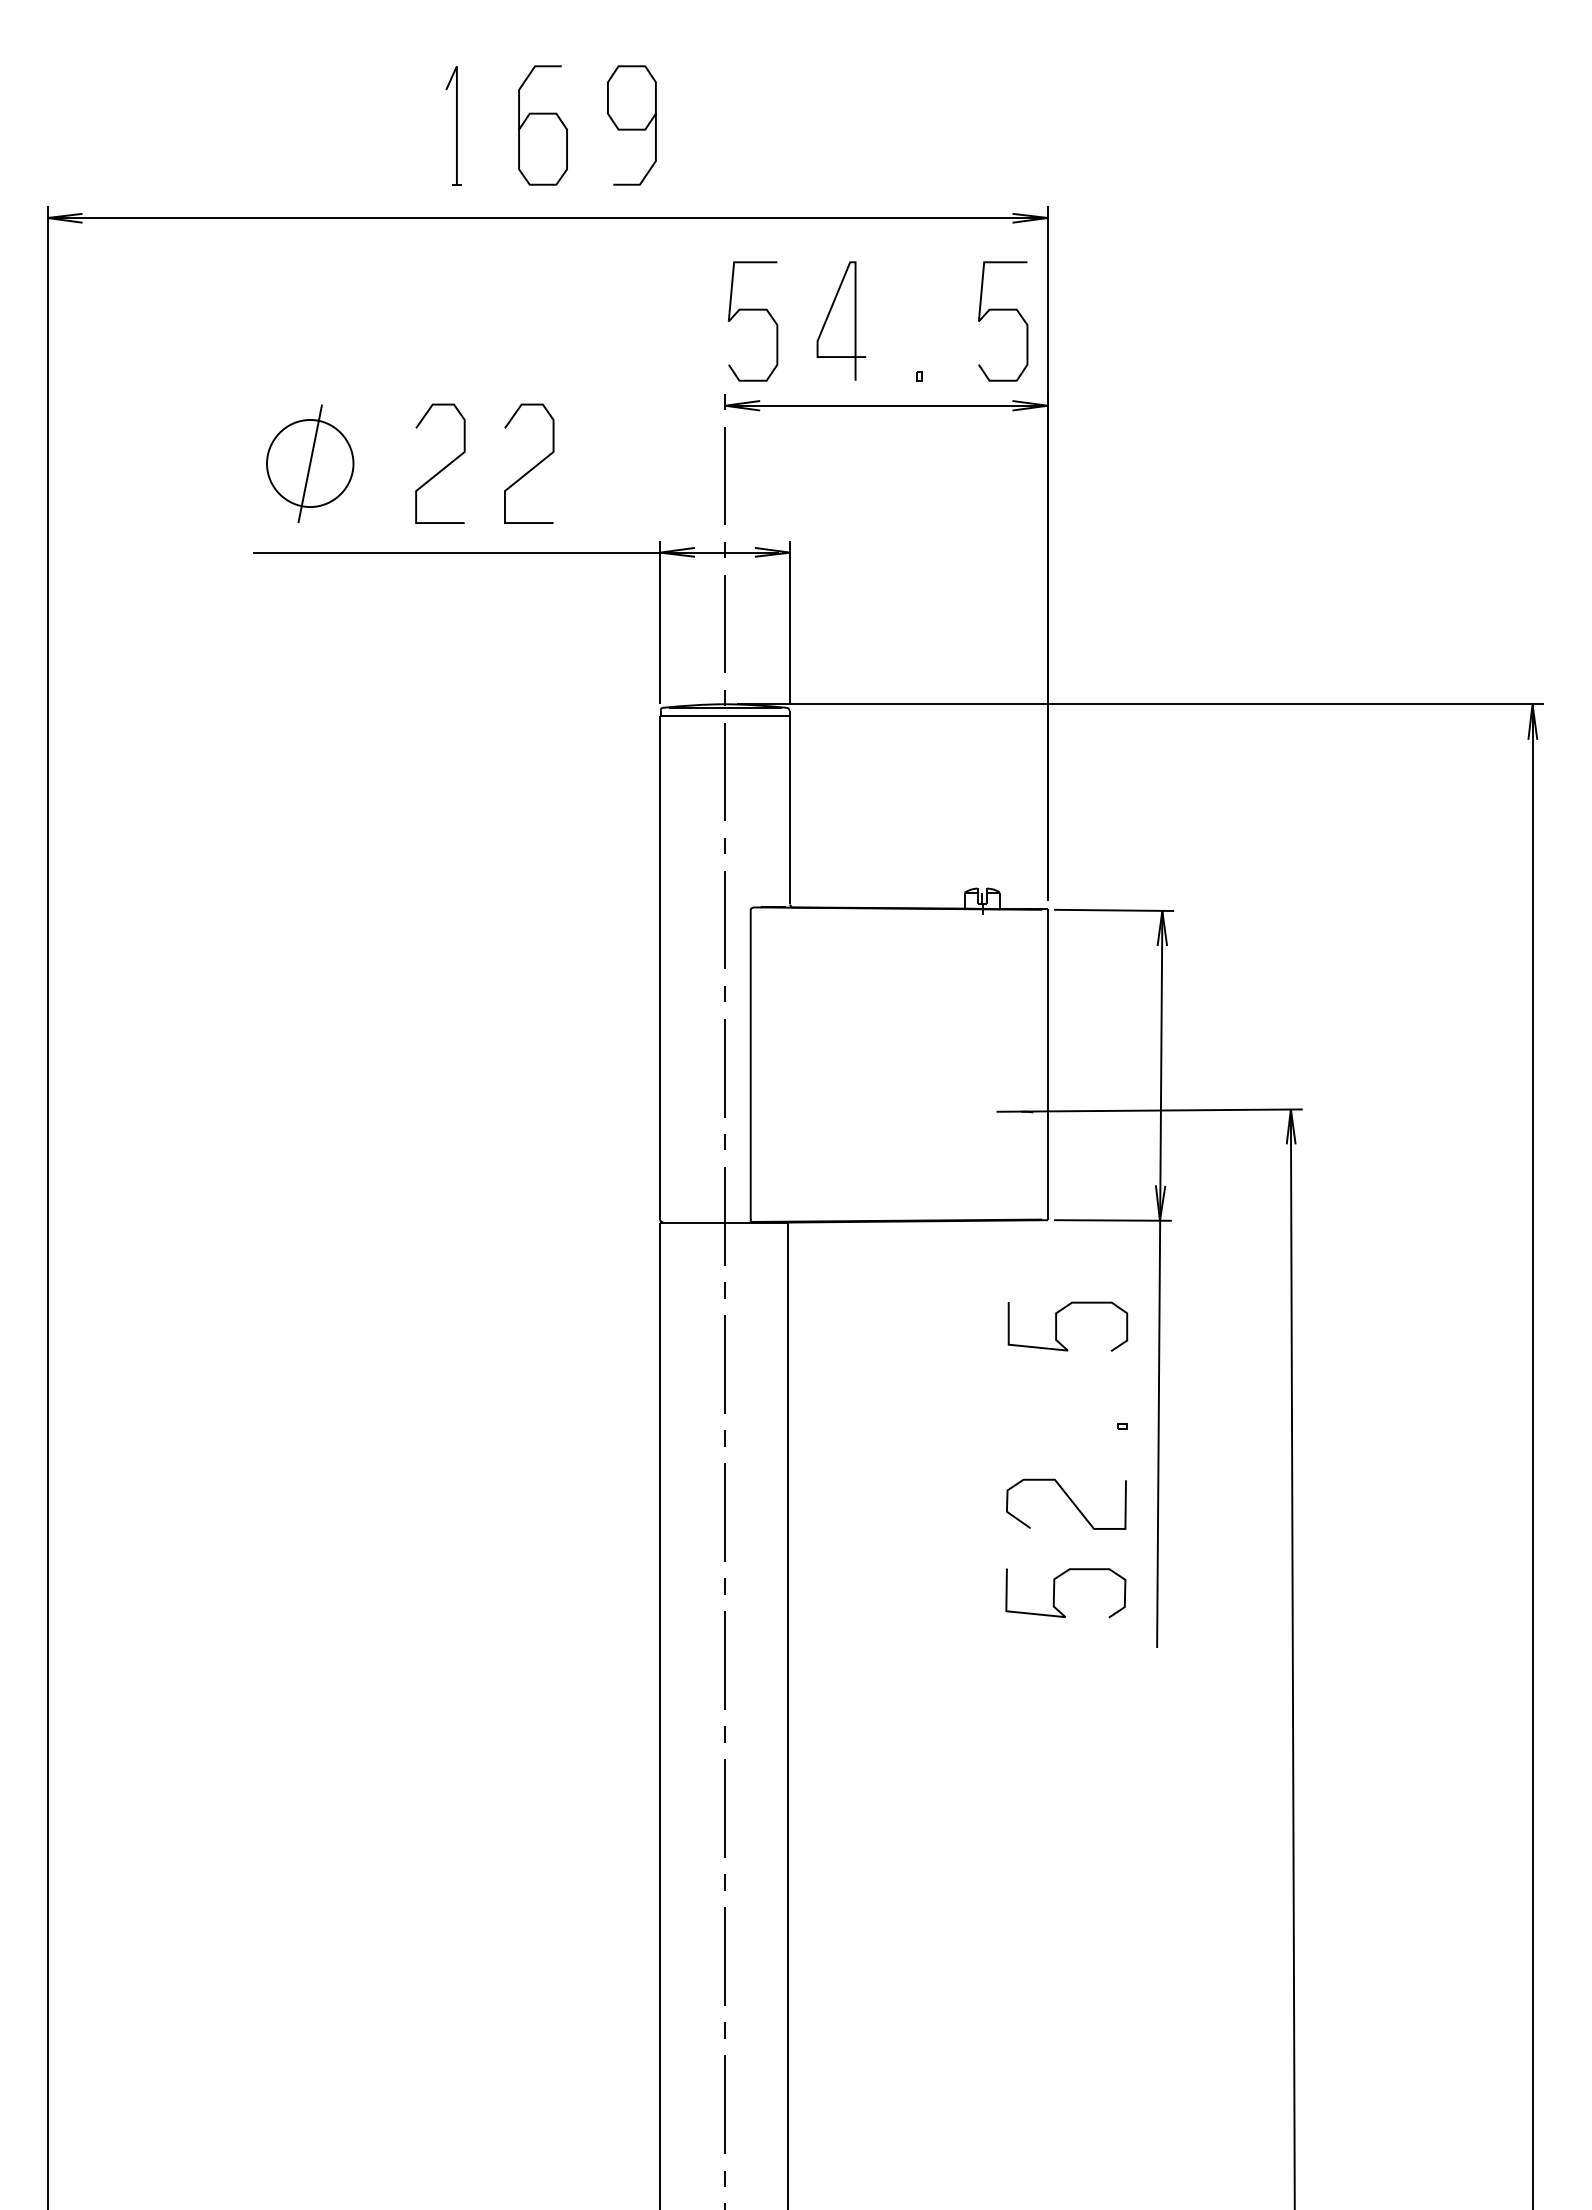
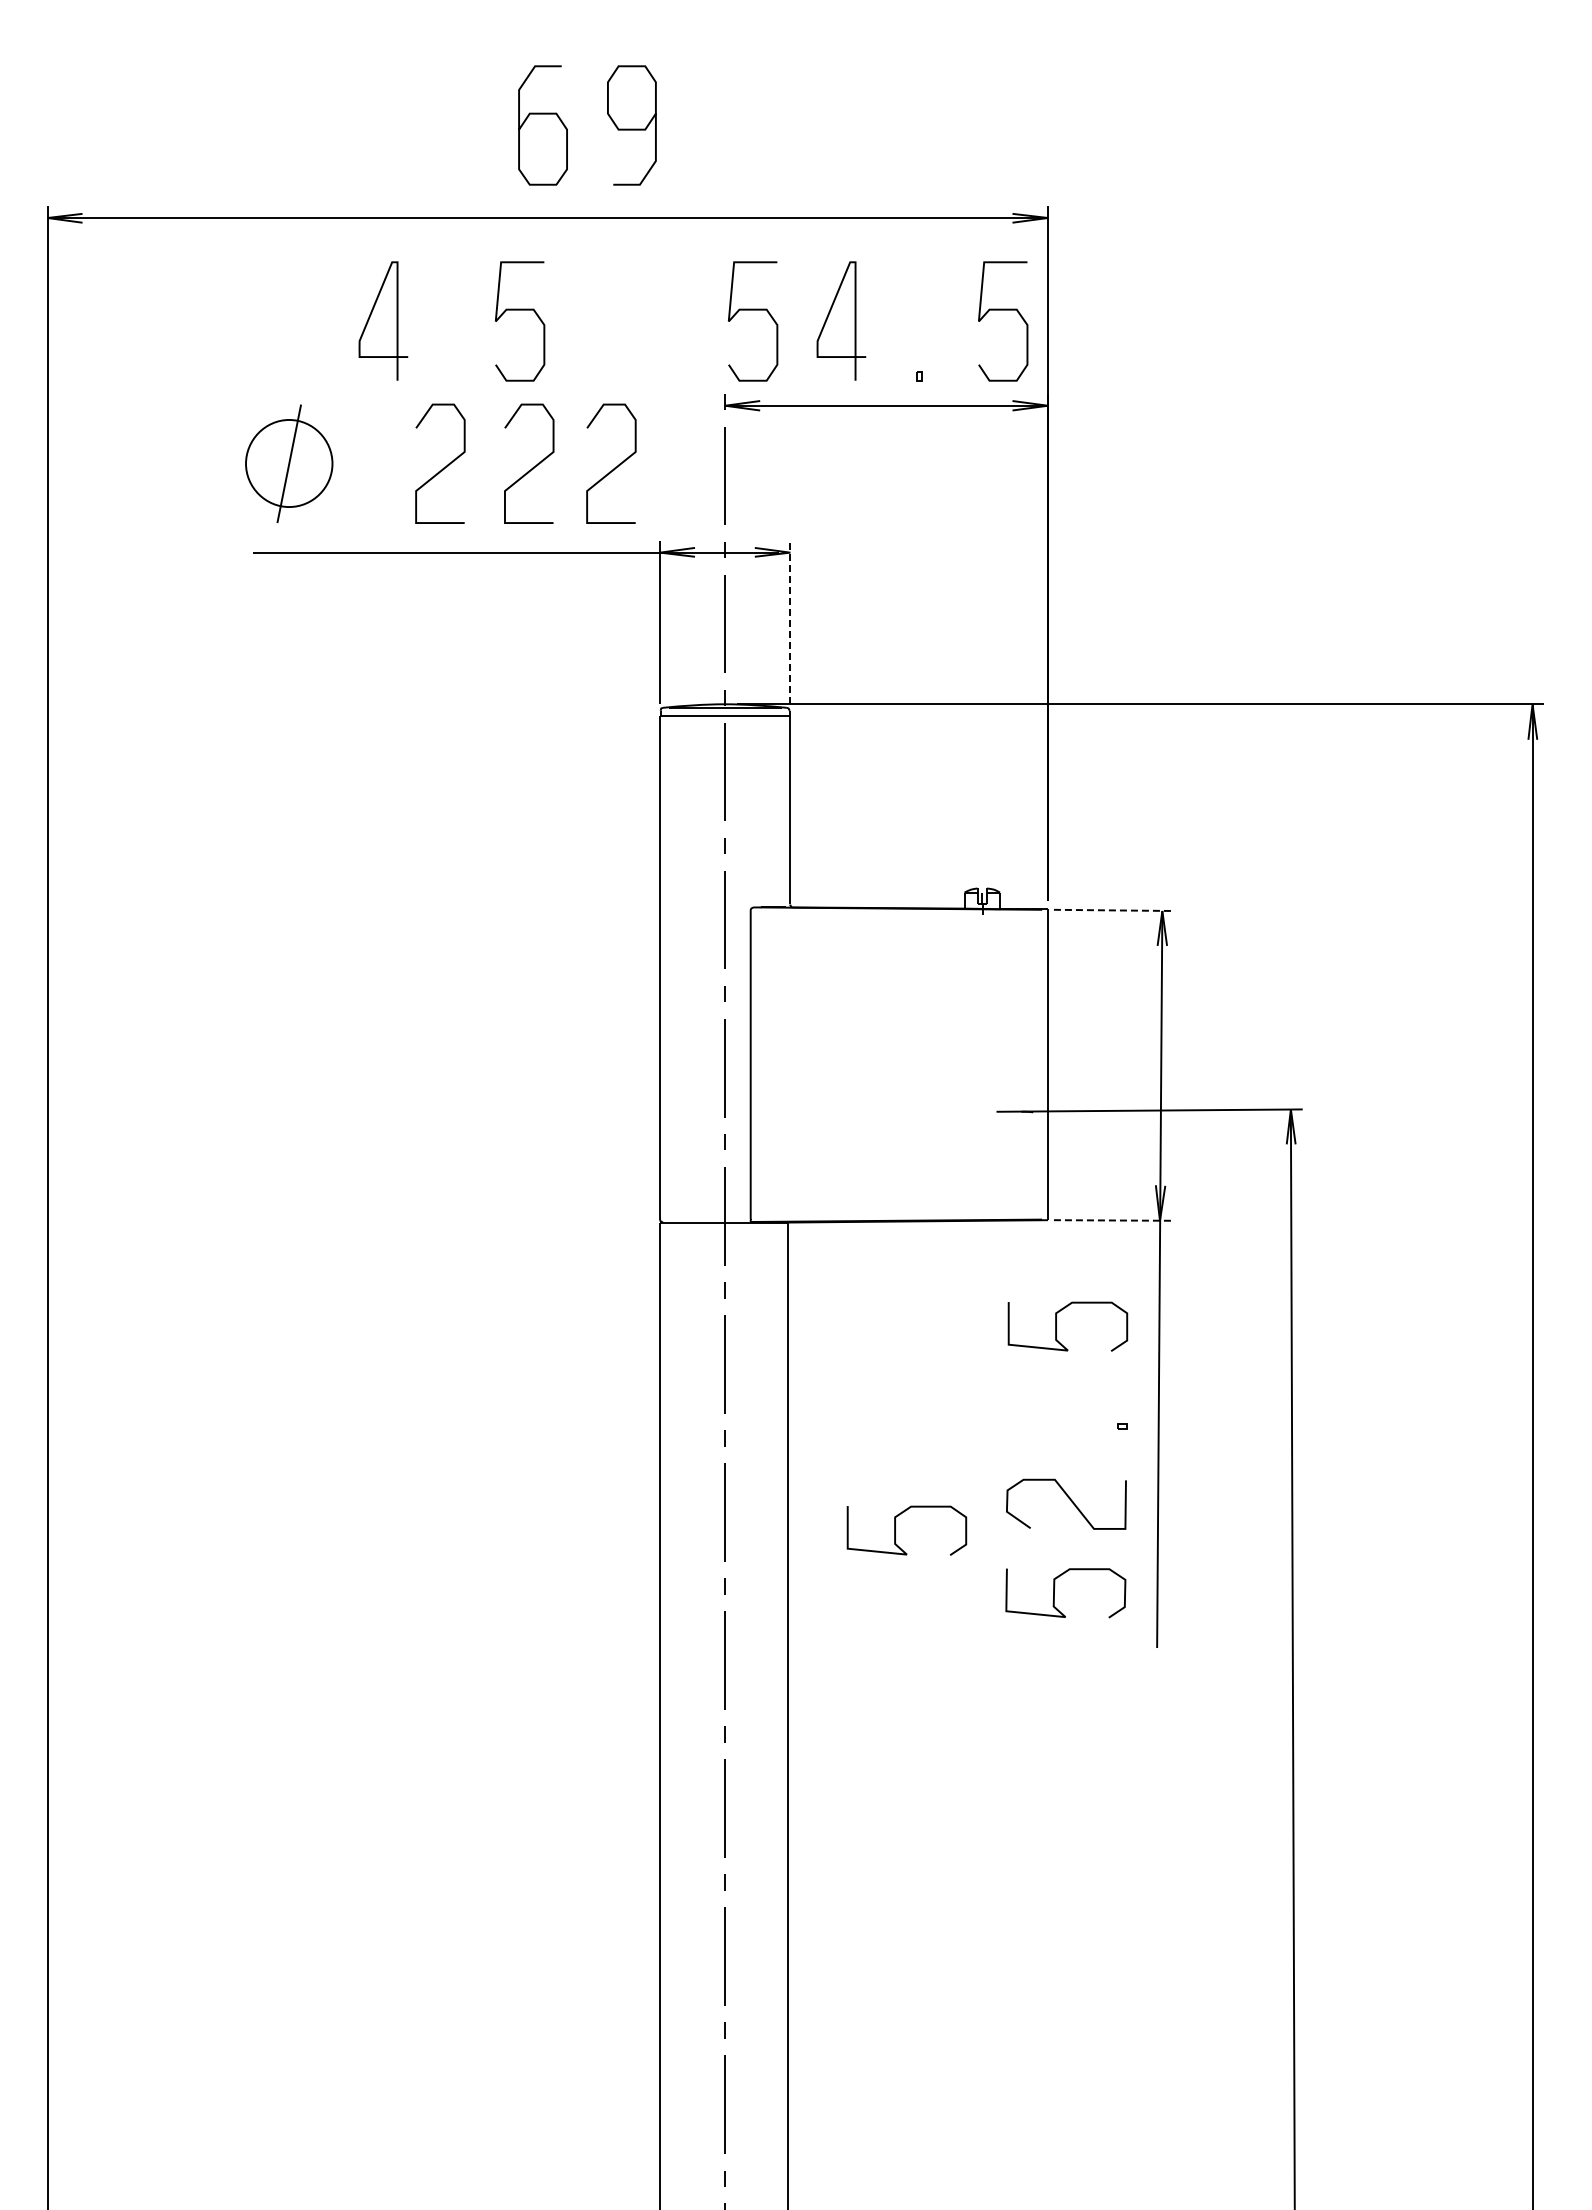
part at (453, 125): present -> none
curve at (520, 310): none -> present
curve at (371, 315): none -> present
part at (310, 463) position: (310, 463) -> (289, 463)
curve at (614, 467): none -> present
line at (790, 621): solid -> dashed
line at (1114, 910): solid -> dashed
line at (1112, 1220): solid -> dashed
curve at (895, 1530): none -> present
